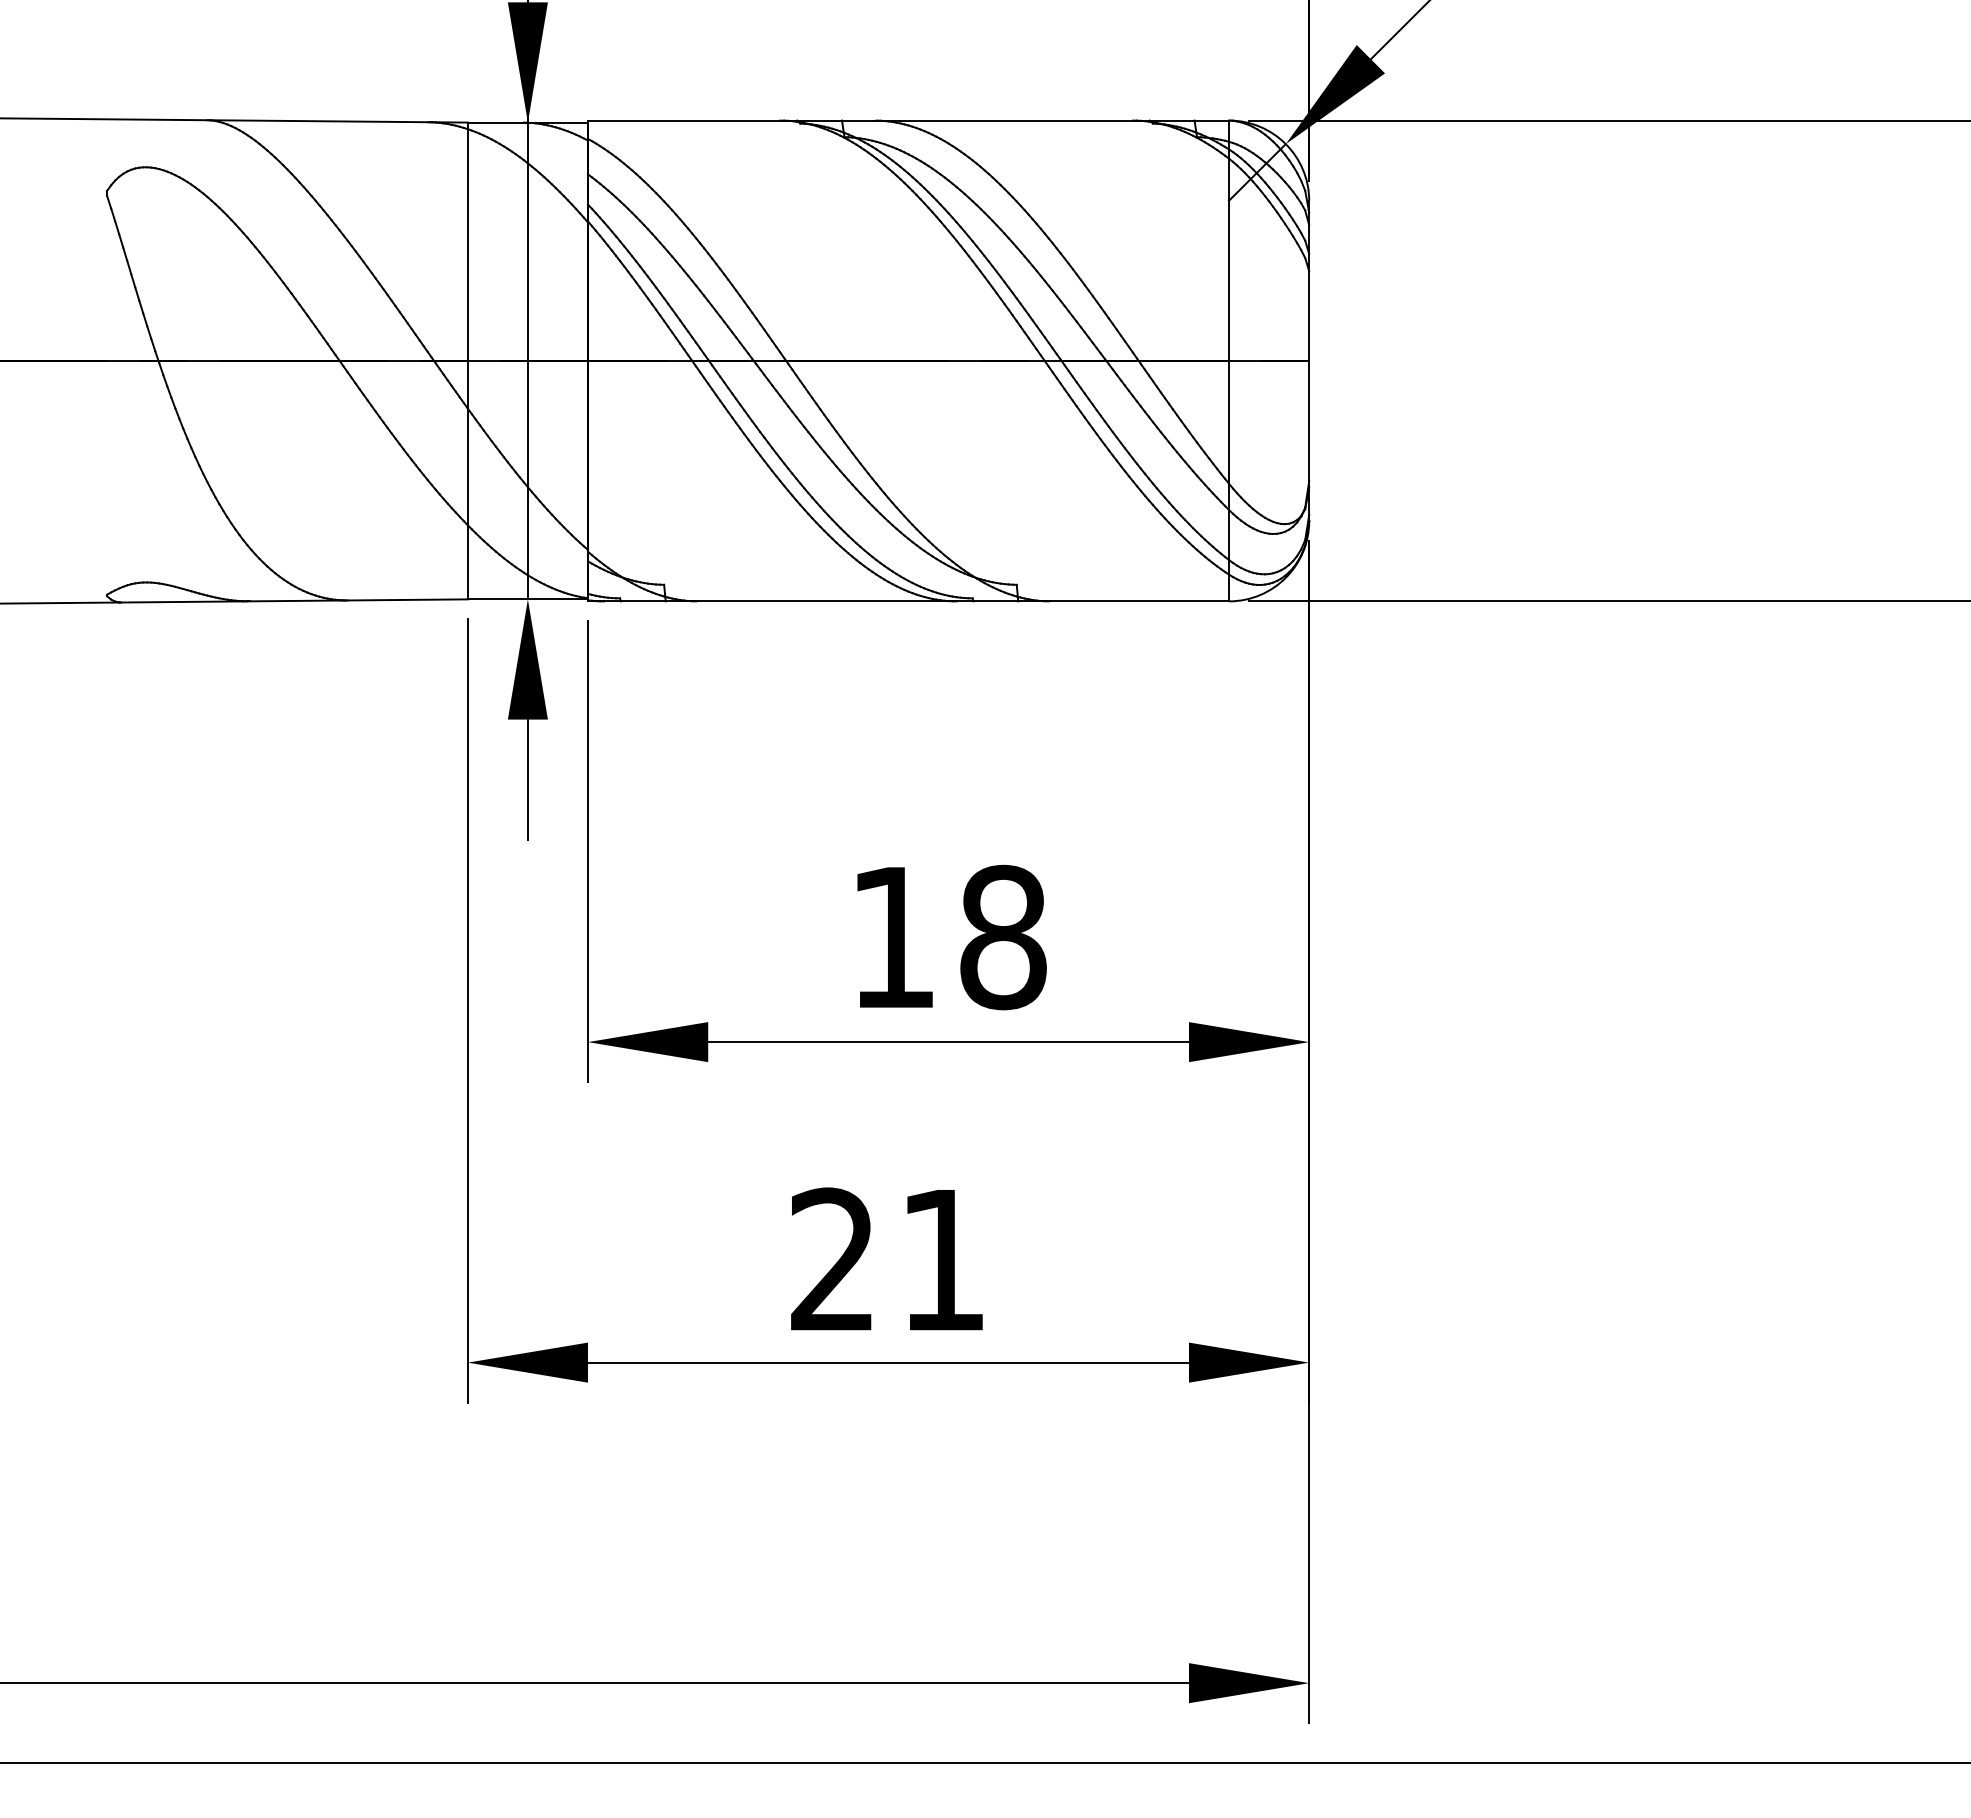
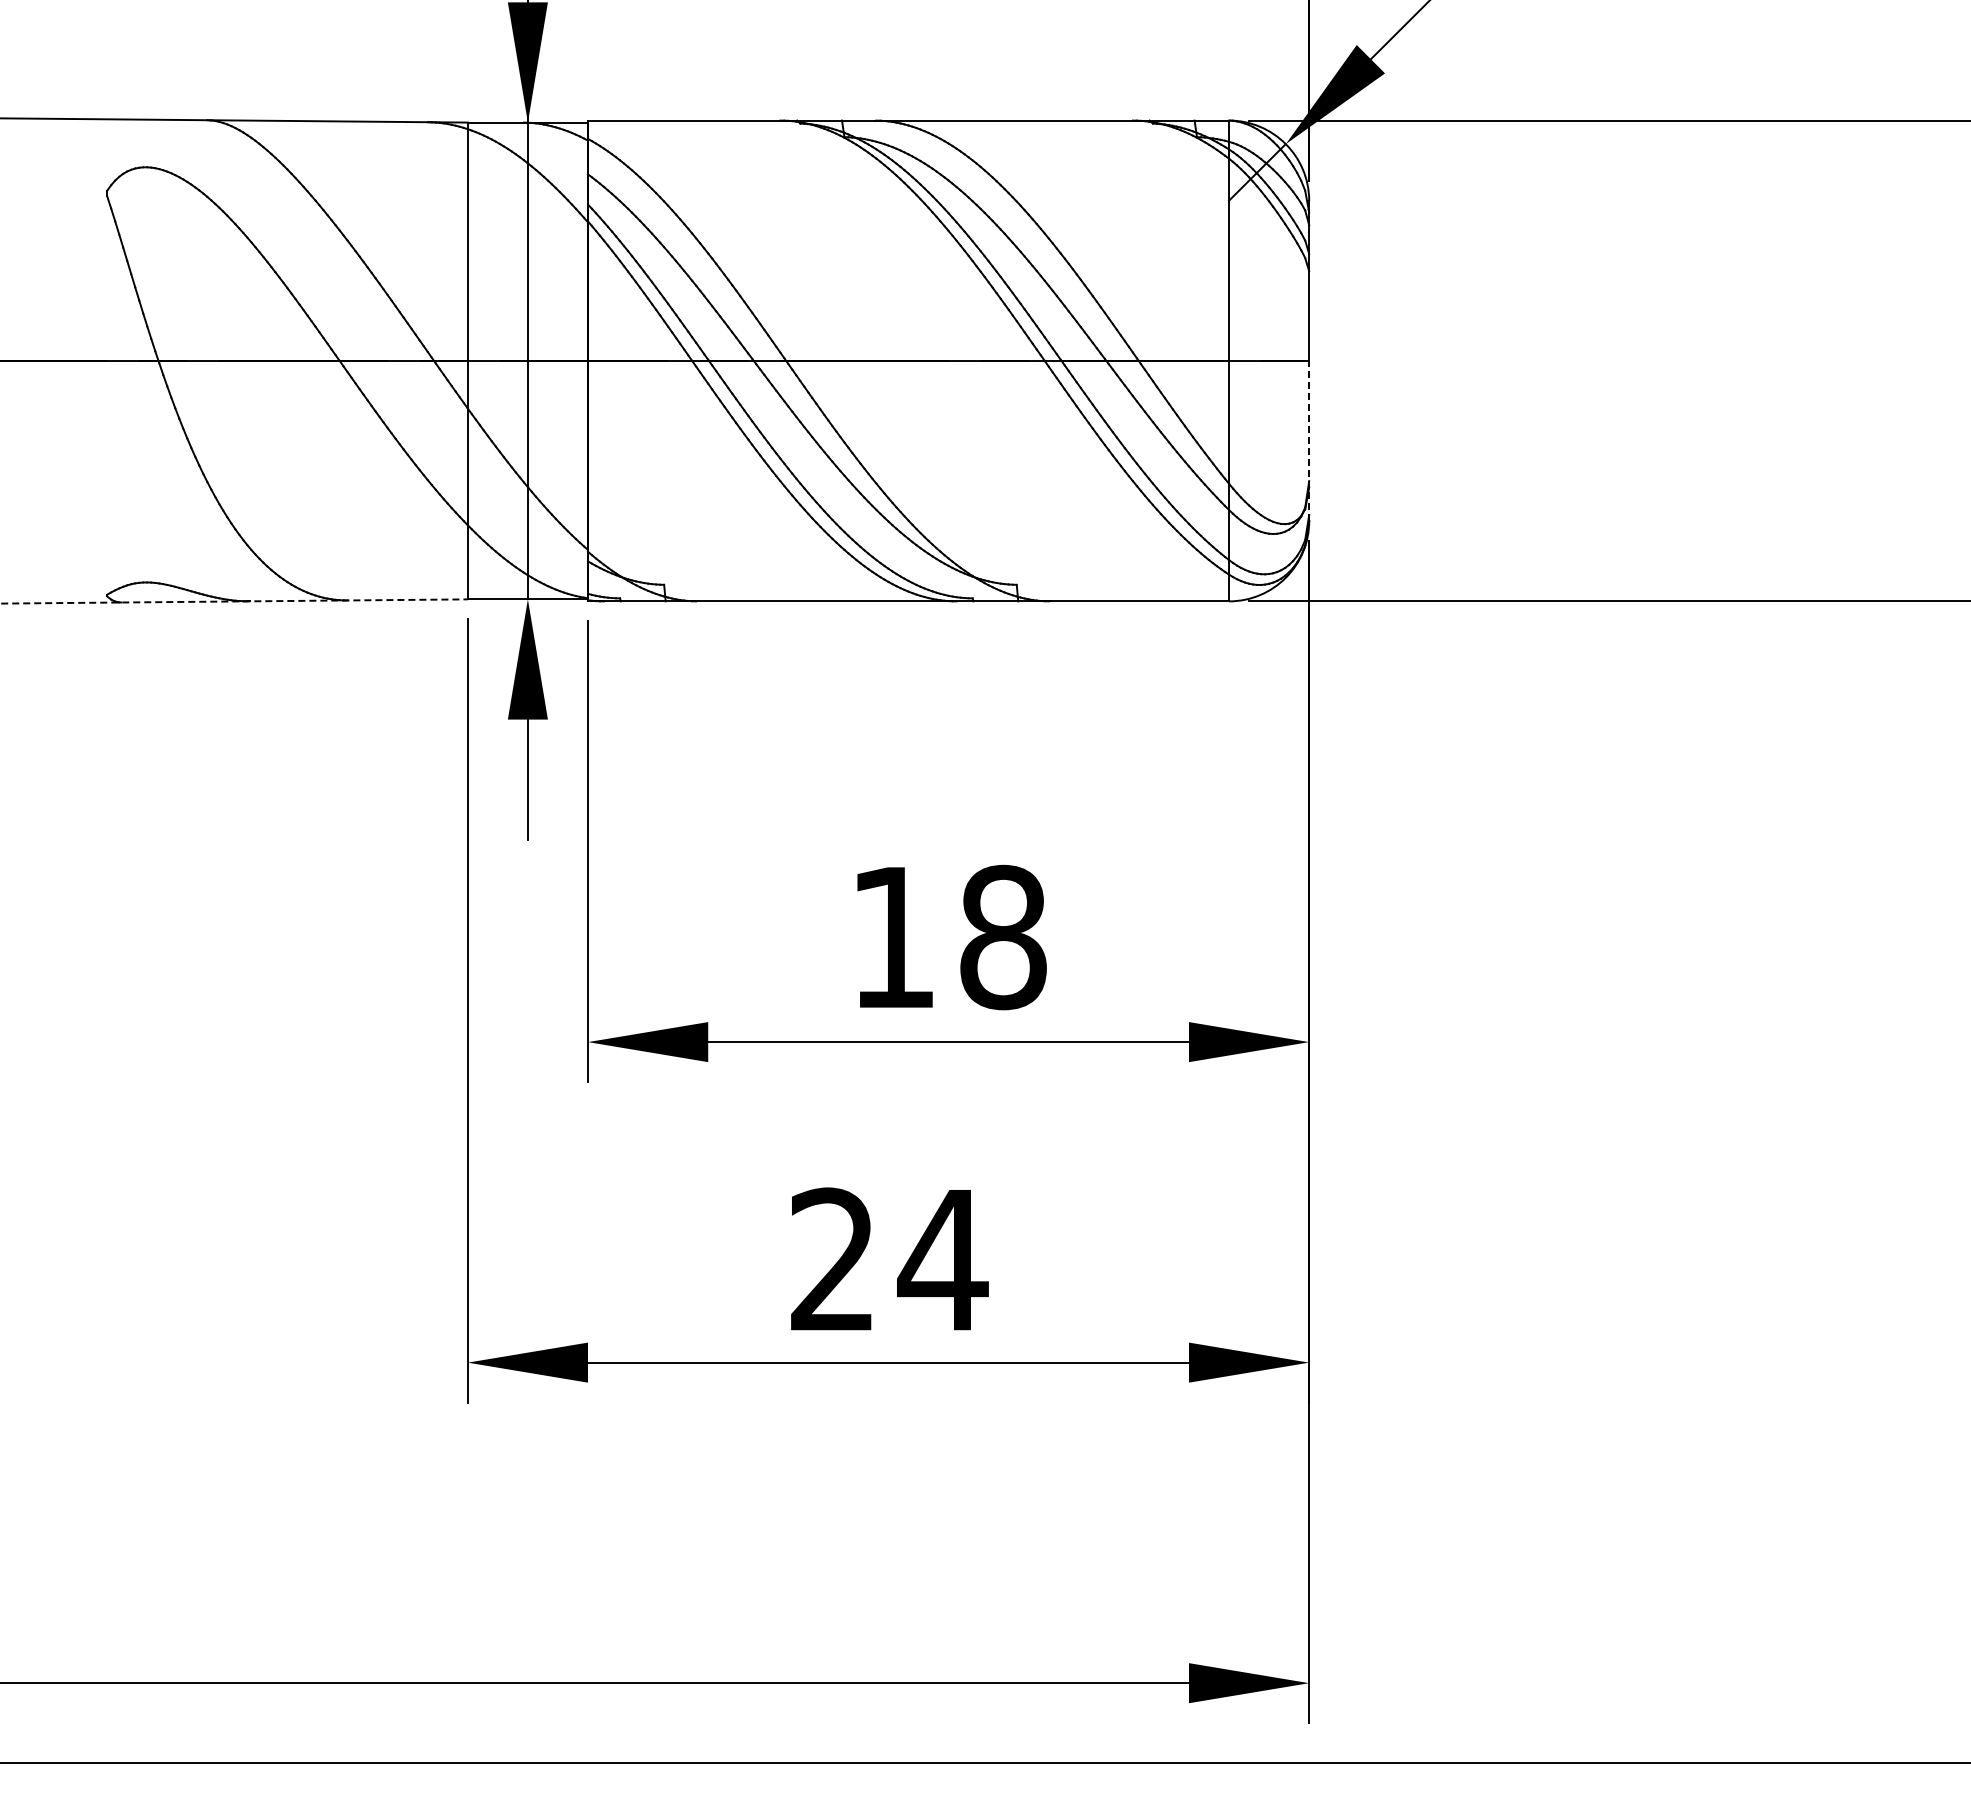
line at (1309, 440): solid -> dashed
line at (234, 601): solid -> dashed
text at (942, 1260): 21 -> 24
